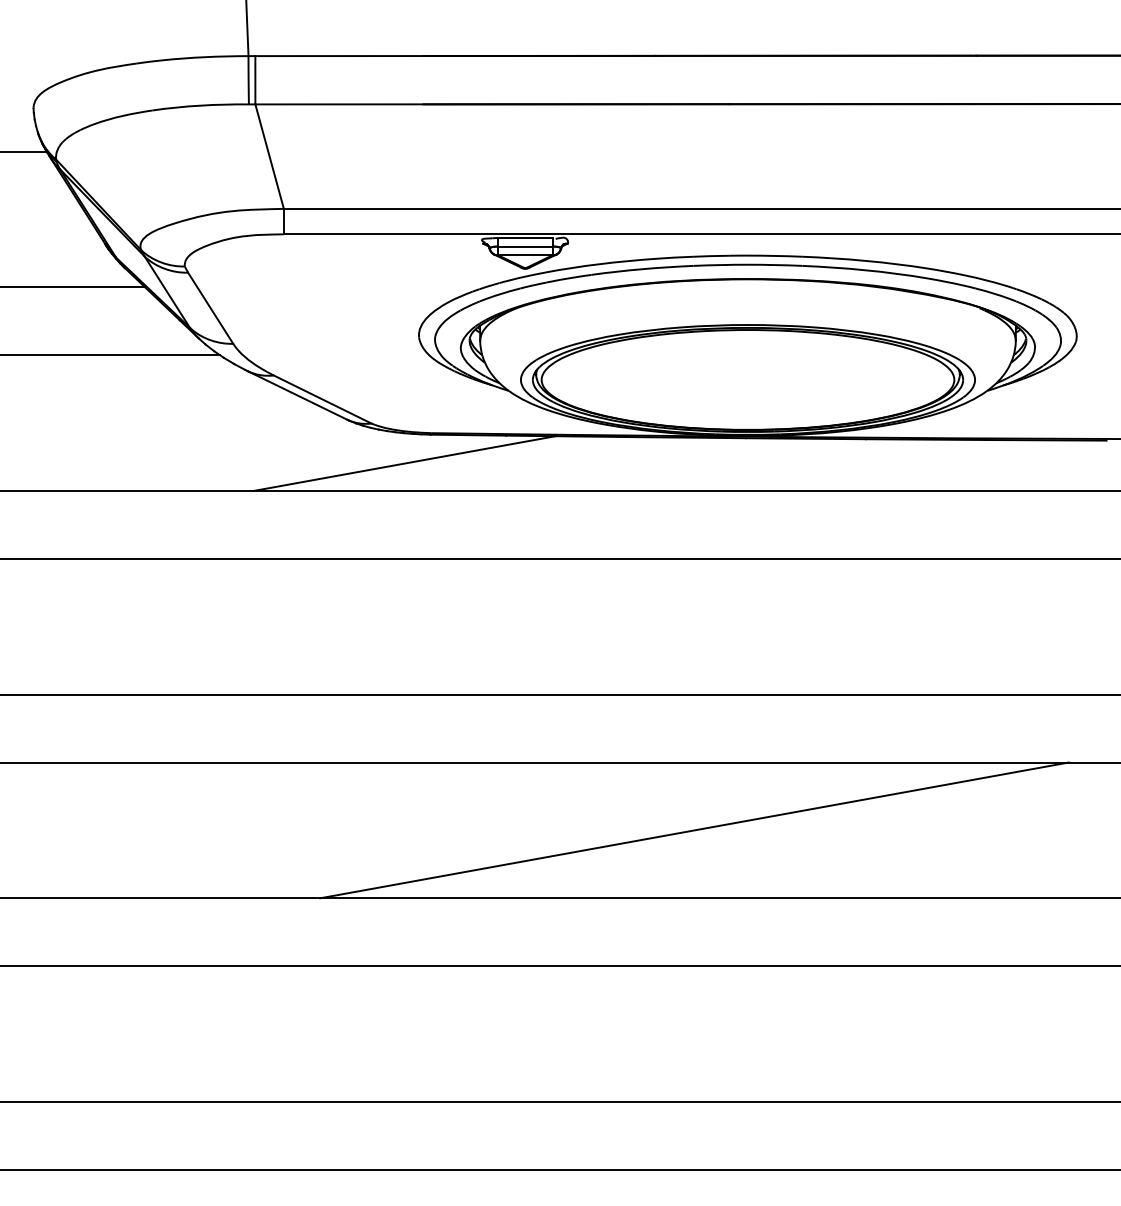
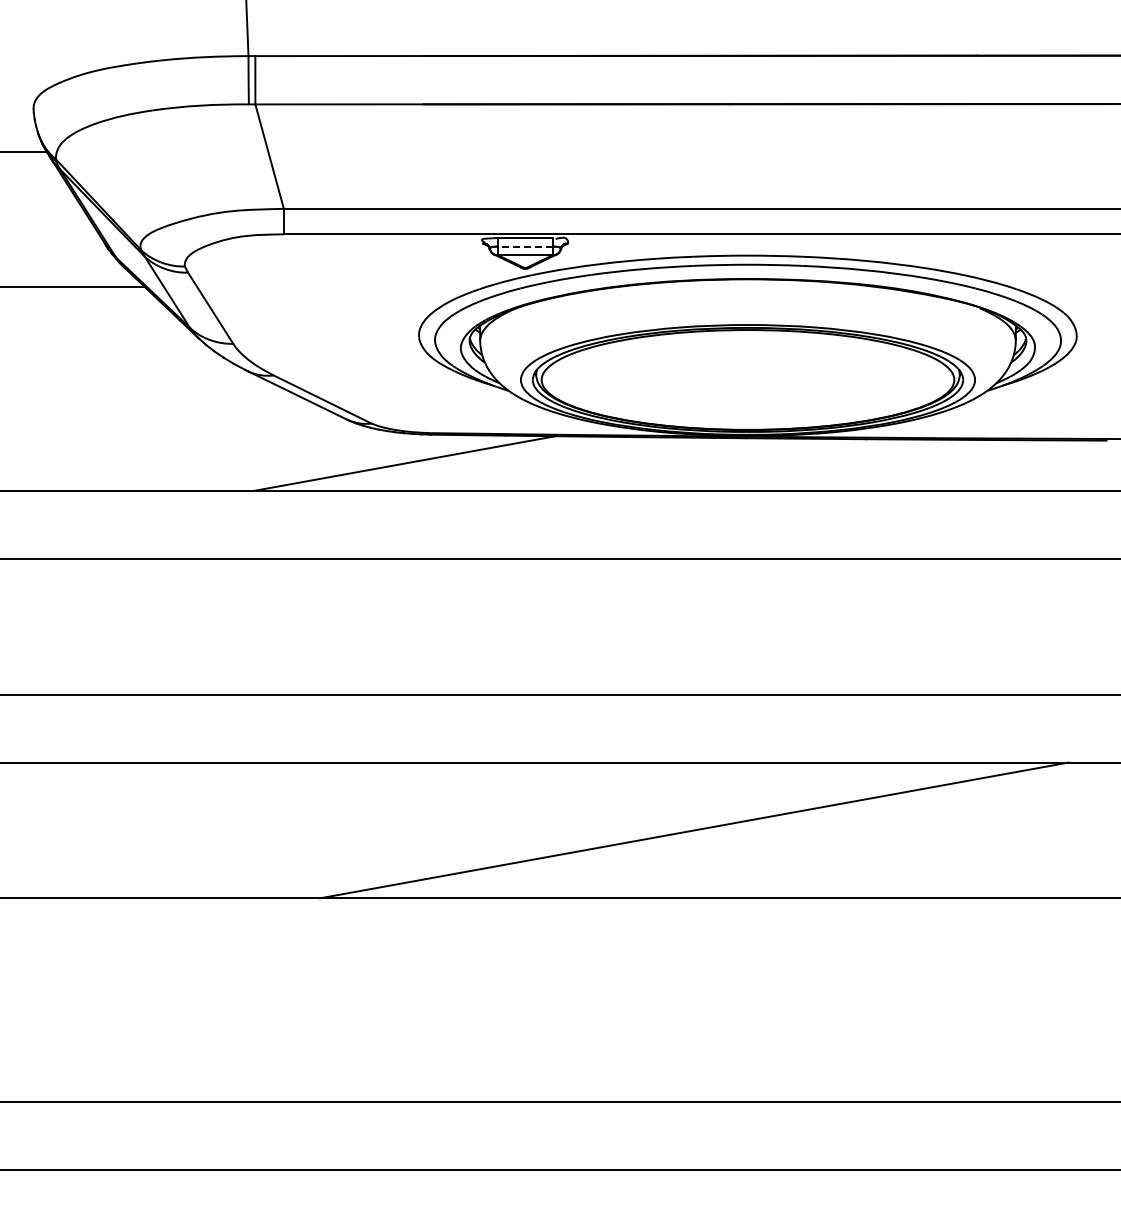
line at (525, 246): solid -> dashed
line at (111, 355): present -> none
line at (559, 966): present -> none
